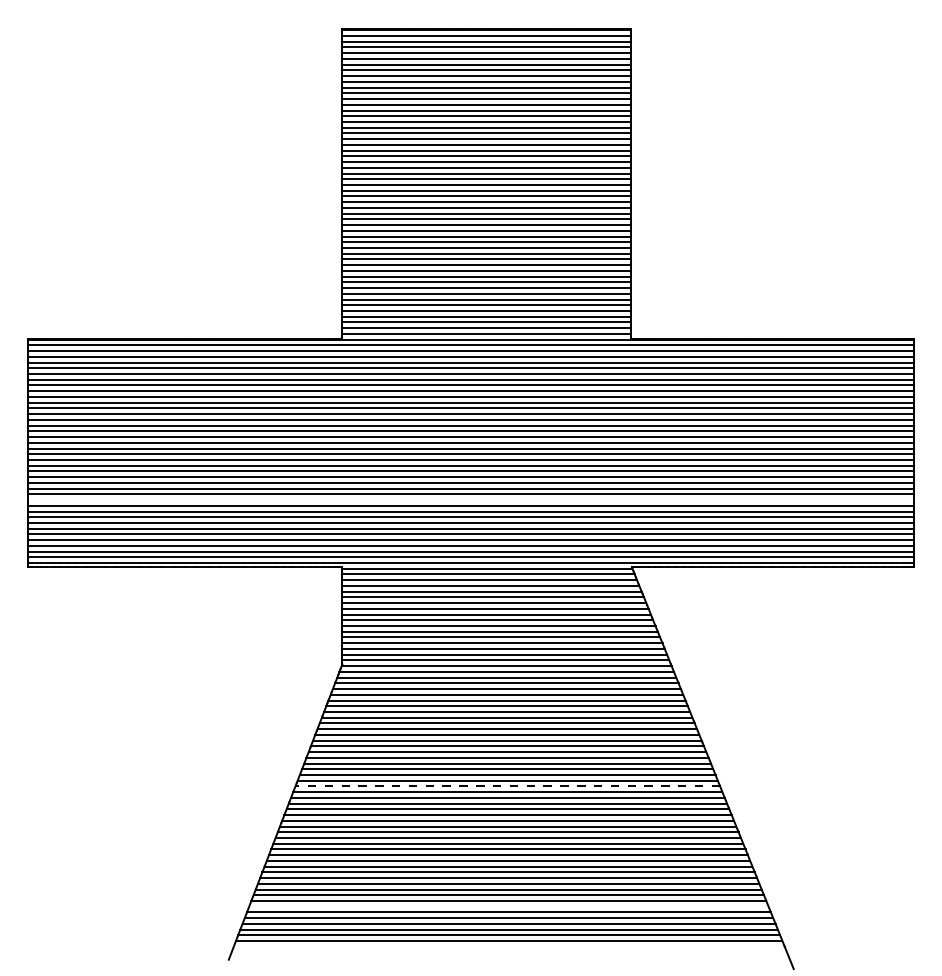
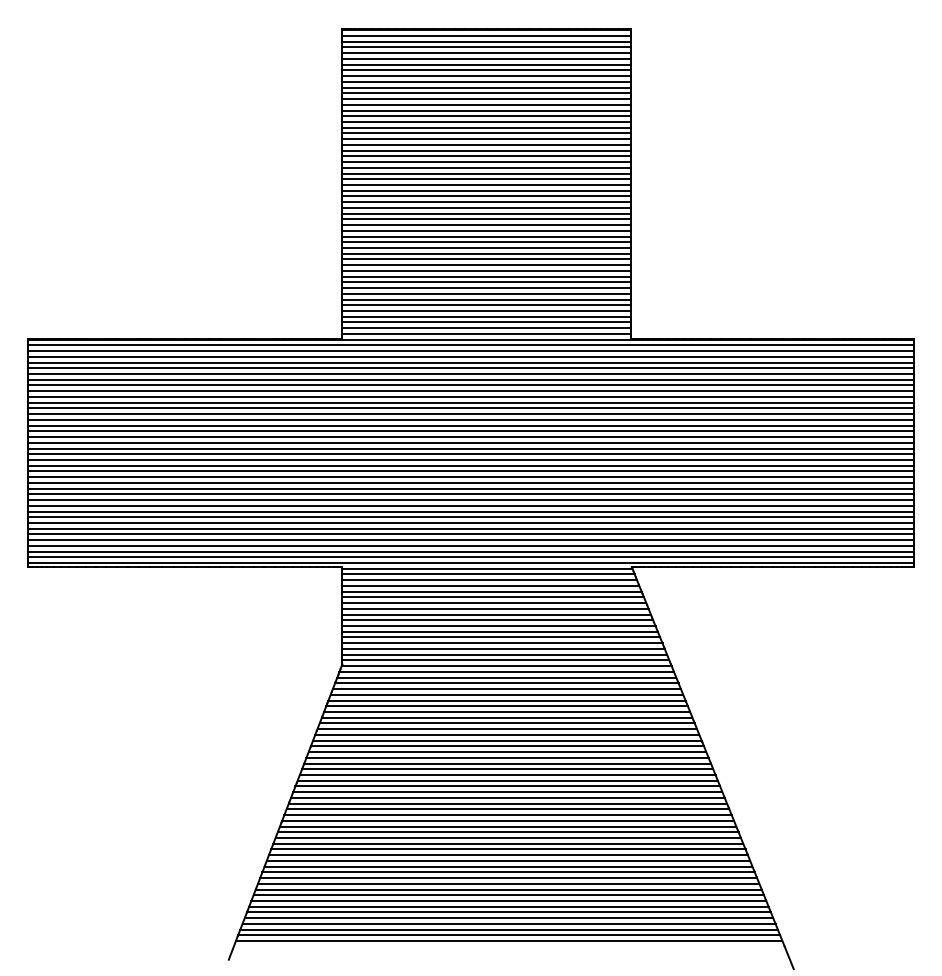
line at (470, 500): none -> present
line at (507, 786): dashed -> solid
line at (508, 906): none -> present
